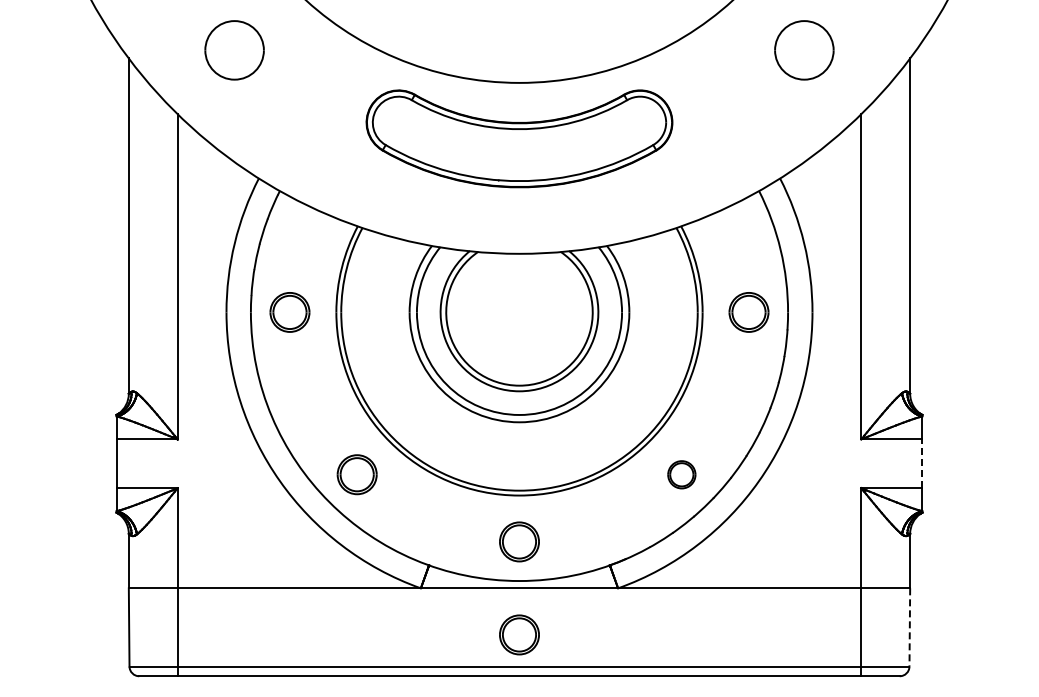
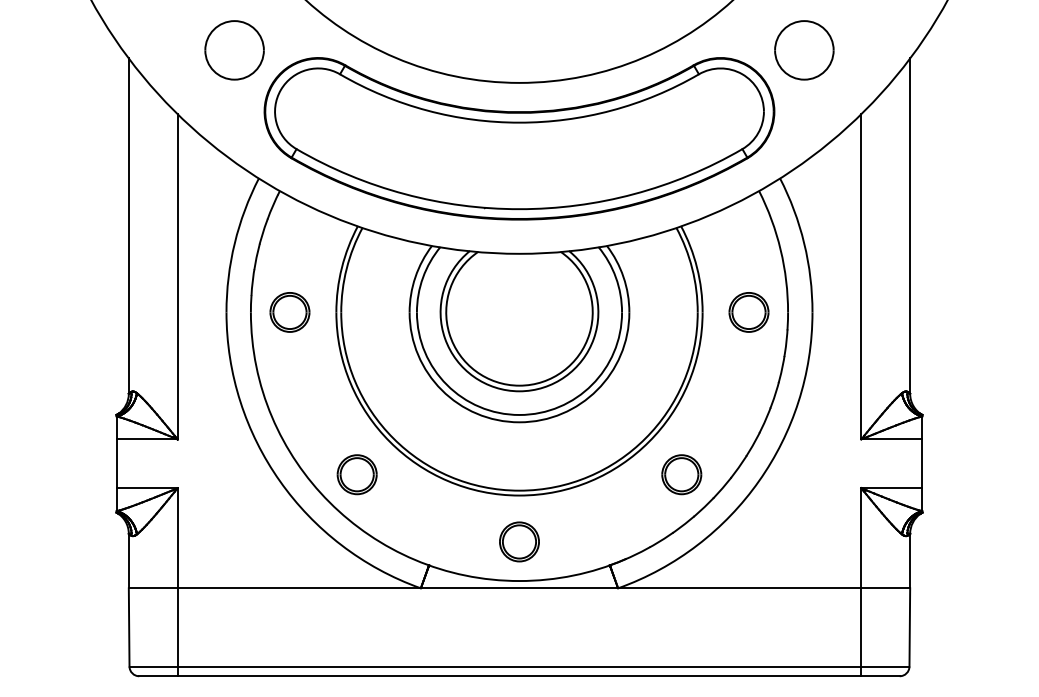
part at (519, 138) size: 309x100 px -> 513x164 px
line at (922, 463): dashed -> solid
part at (681, 474) size: 30x30 px -> 42x42 px
line at (909, 627): dashed -> solid
part at (519, 634): present -> none
